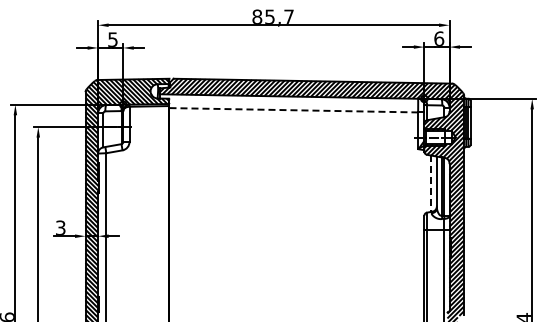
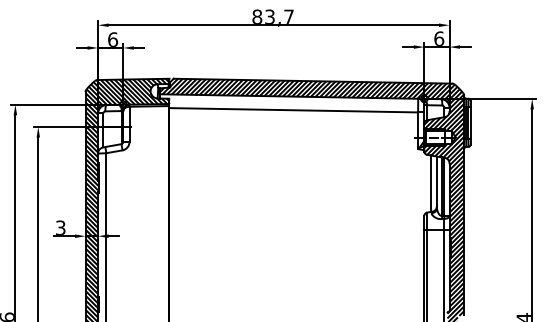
text at (269, 16): 85,7 -> 83,7
text at (113, 39): 5 -> 6
line at (294, 110): dashed -> solid
line at (430, 184): dashed -> solid
